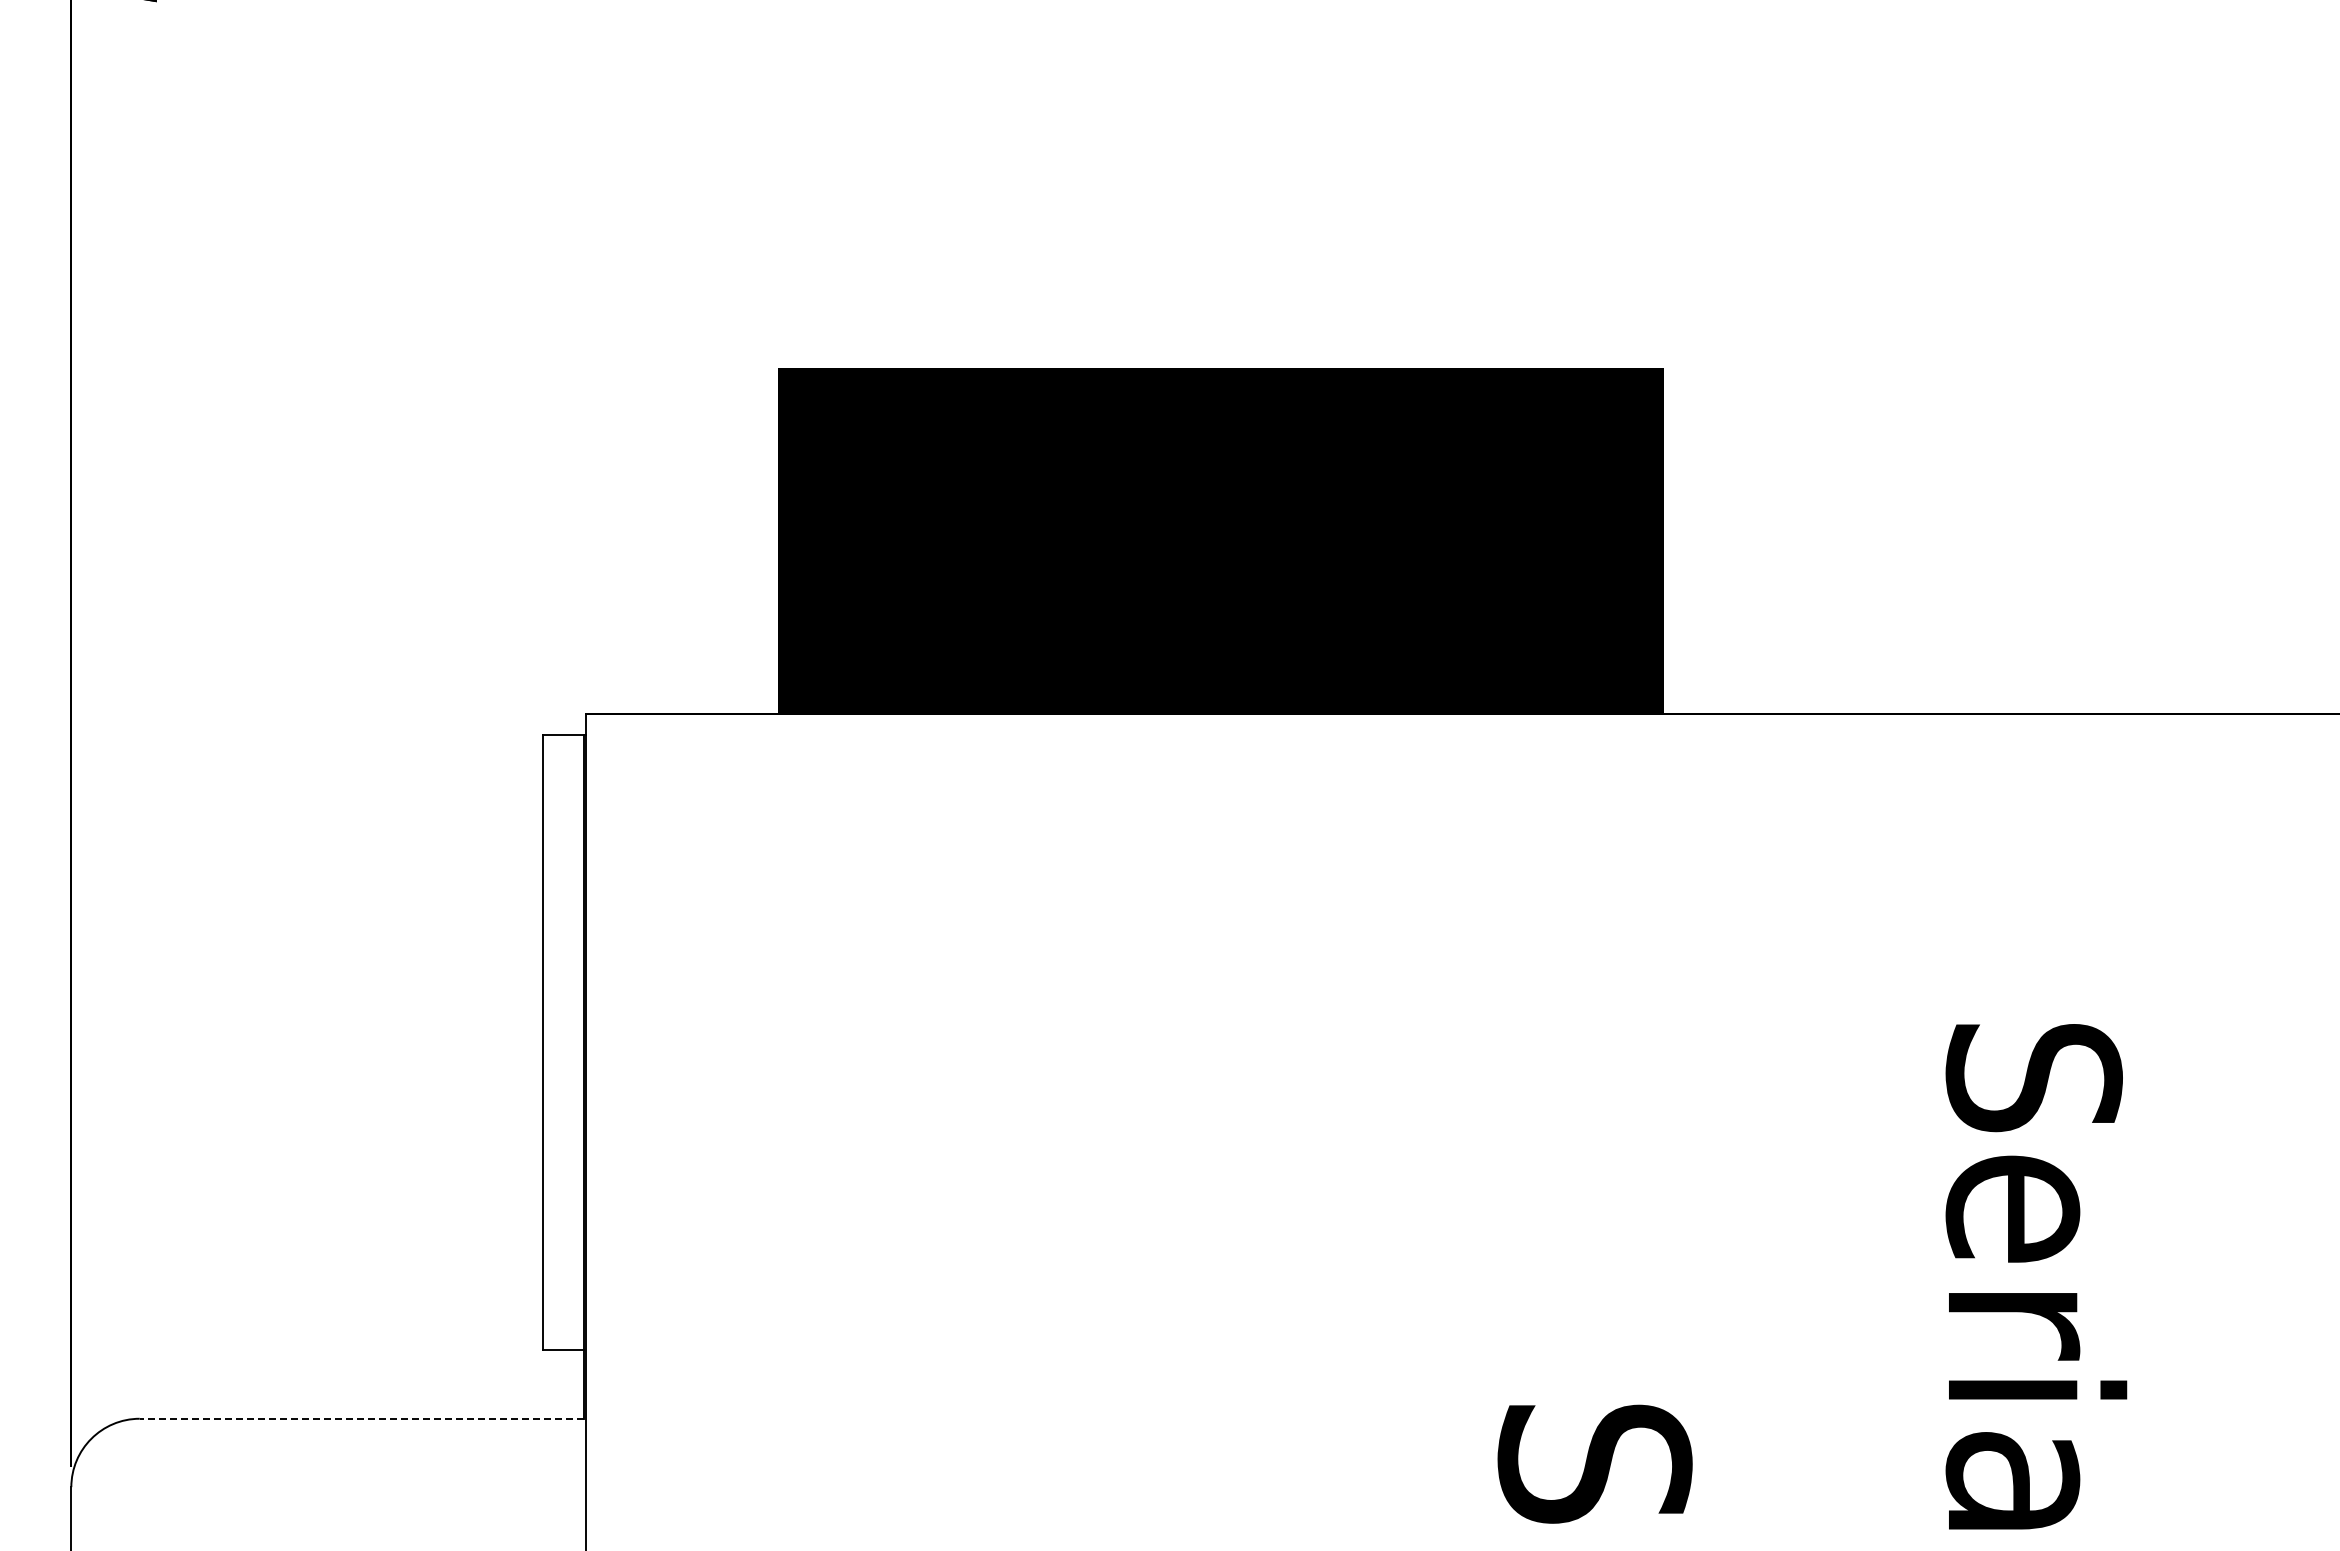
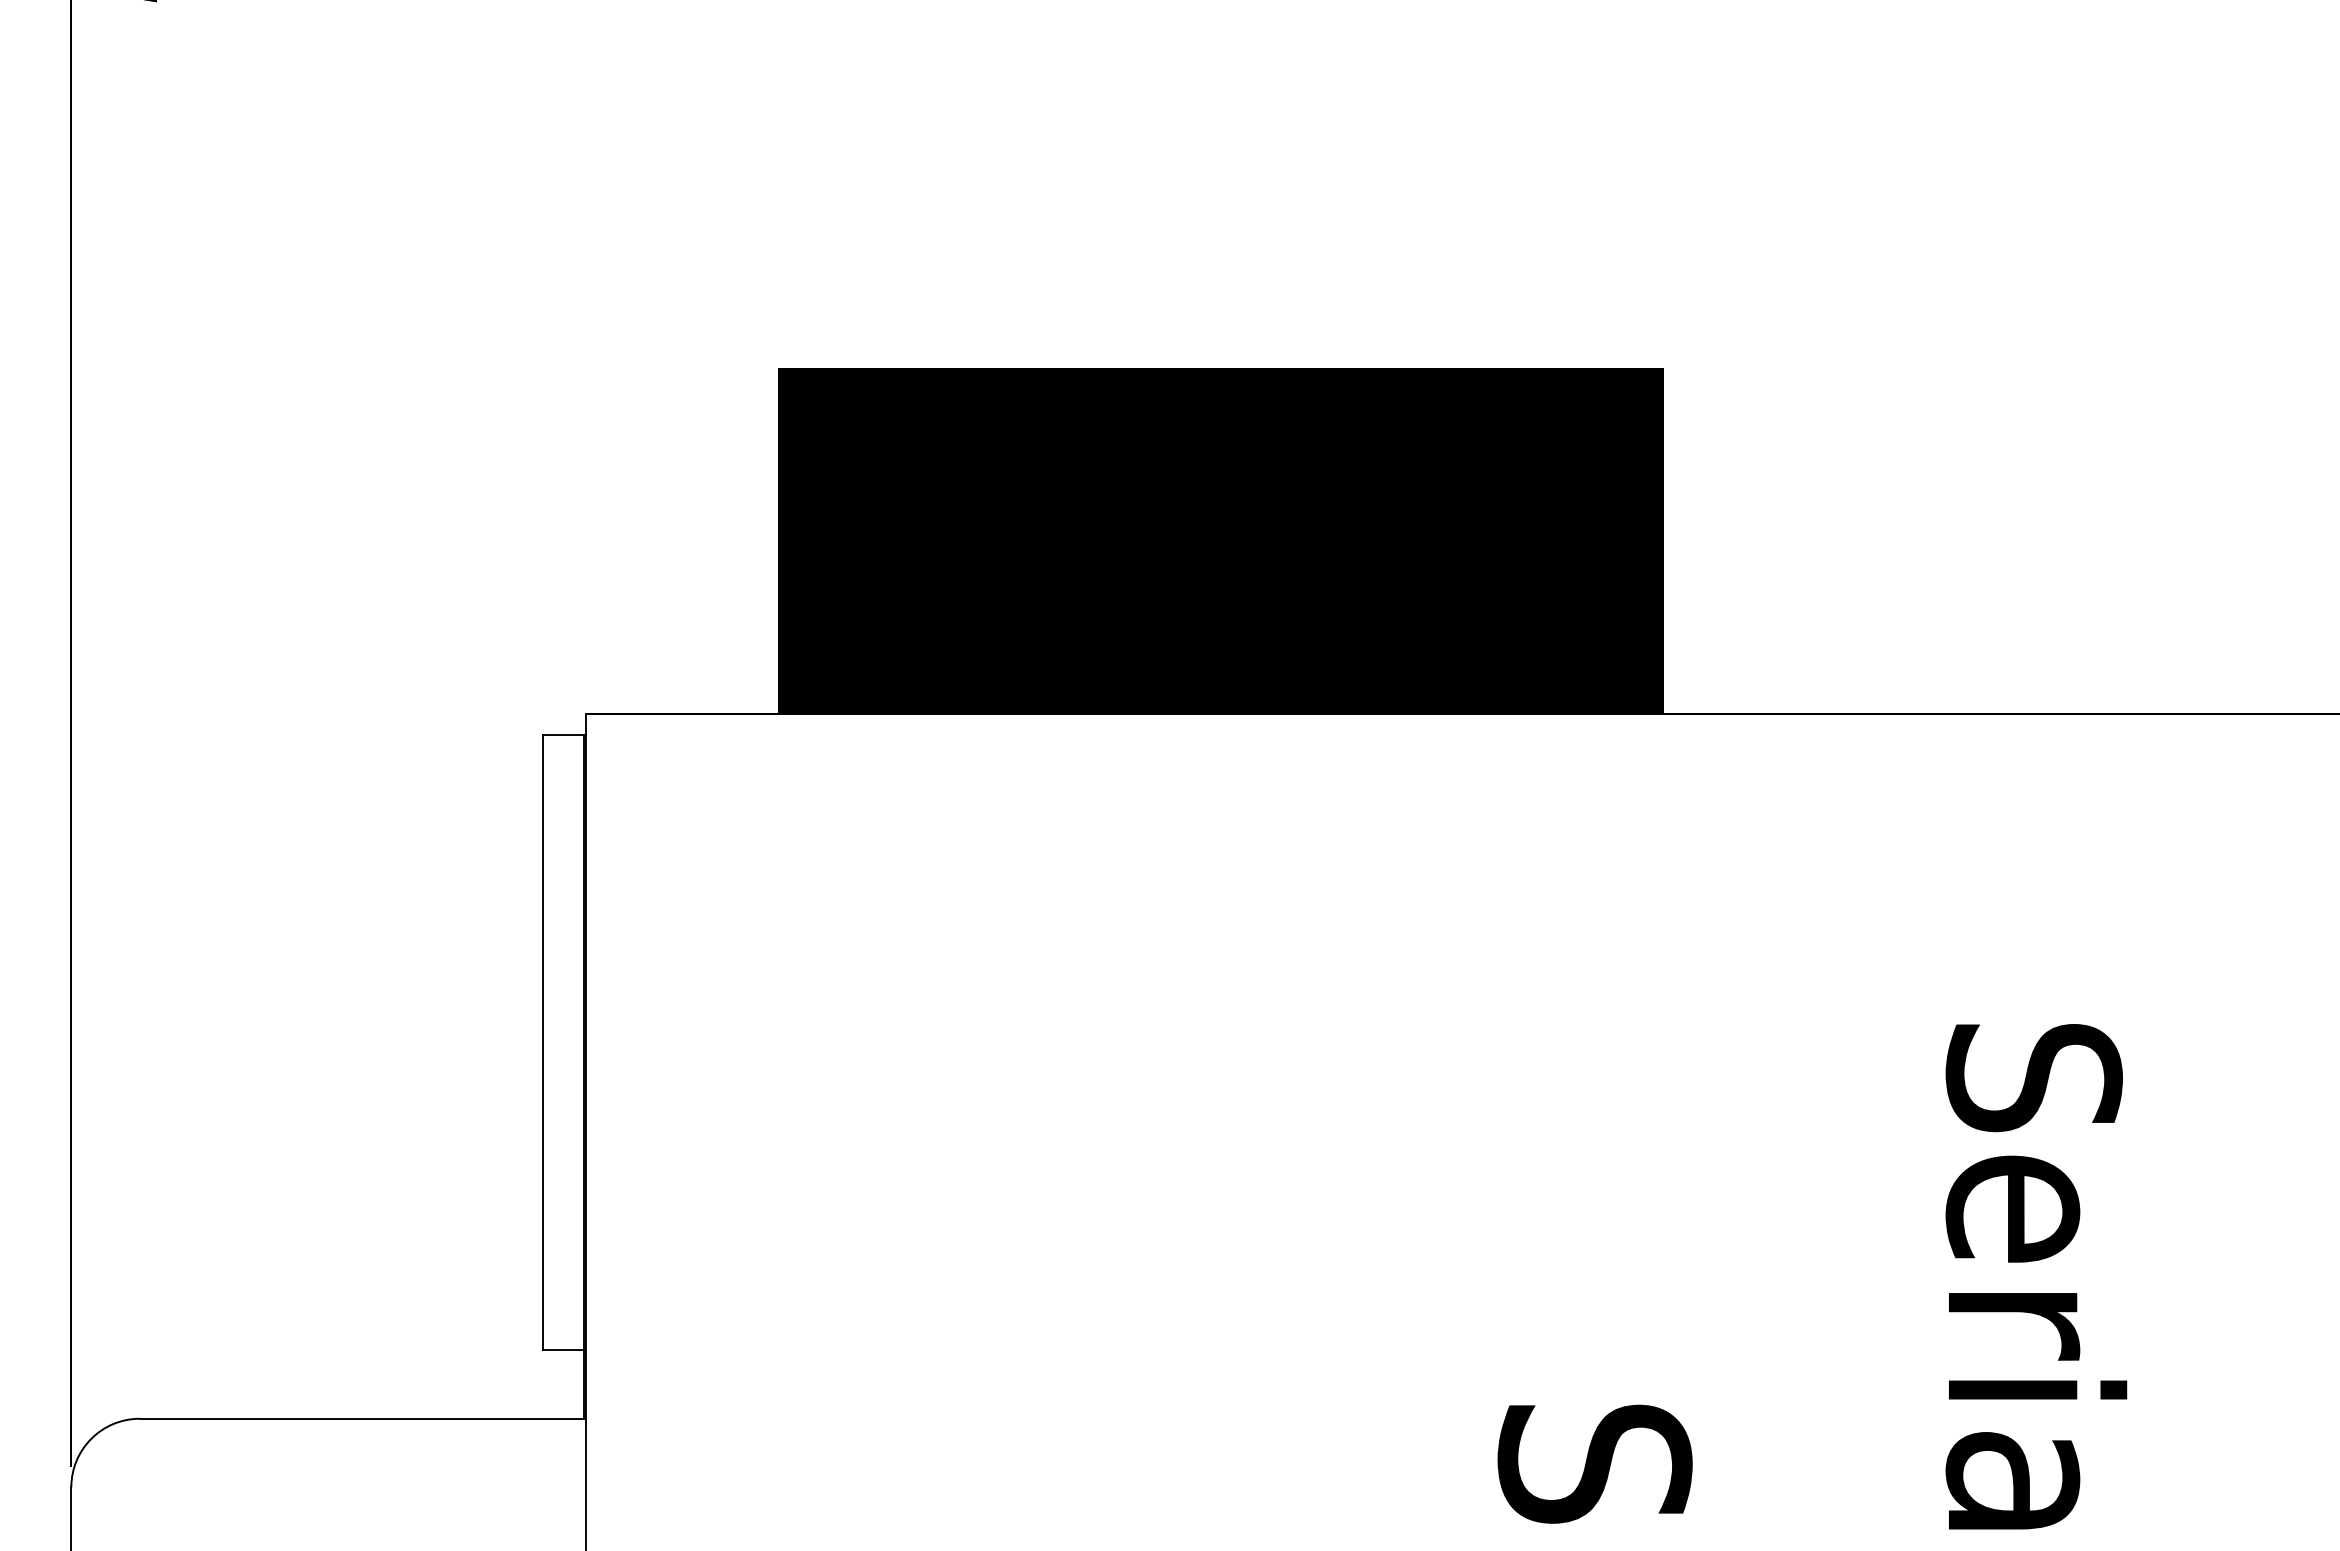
line at (361, 1418): dashed -> solid
